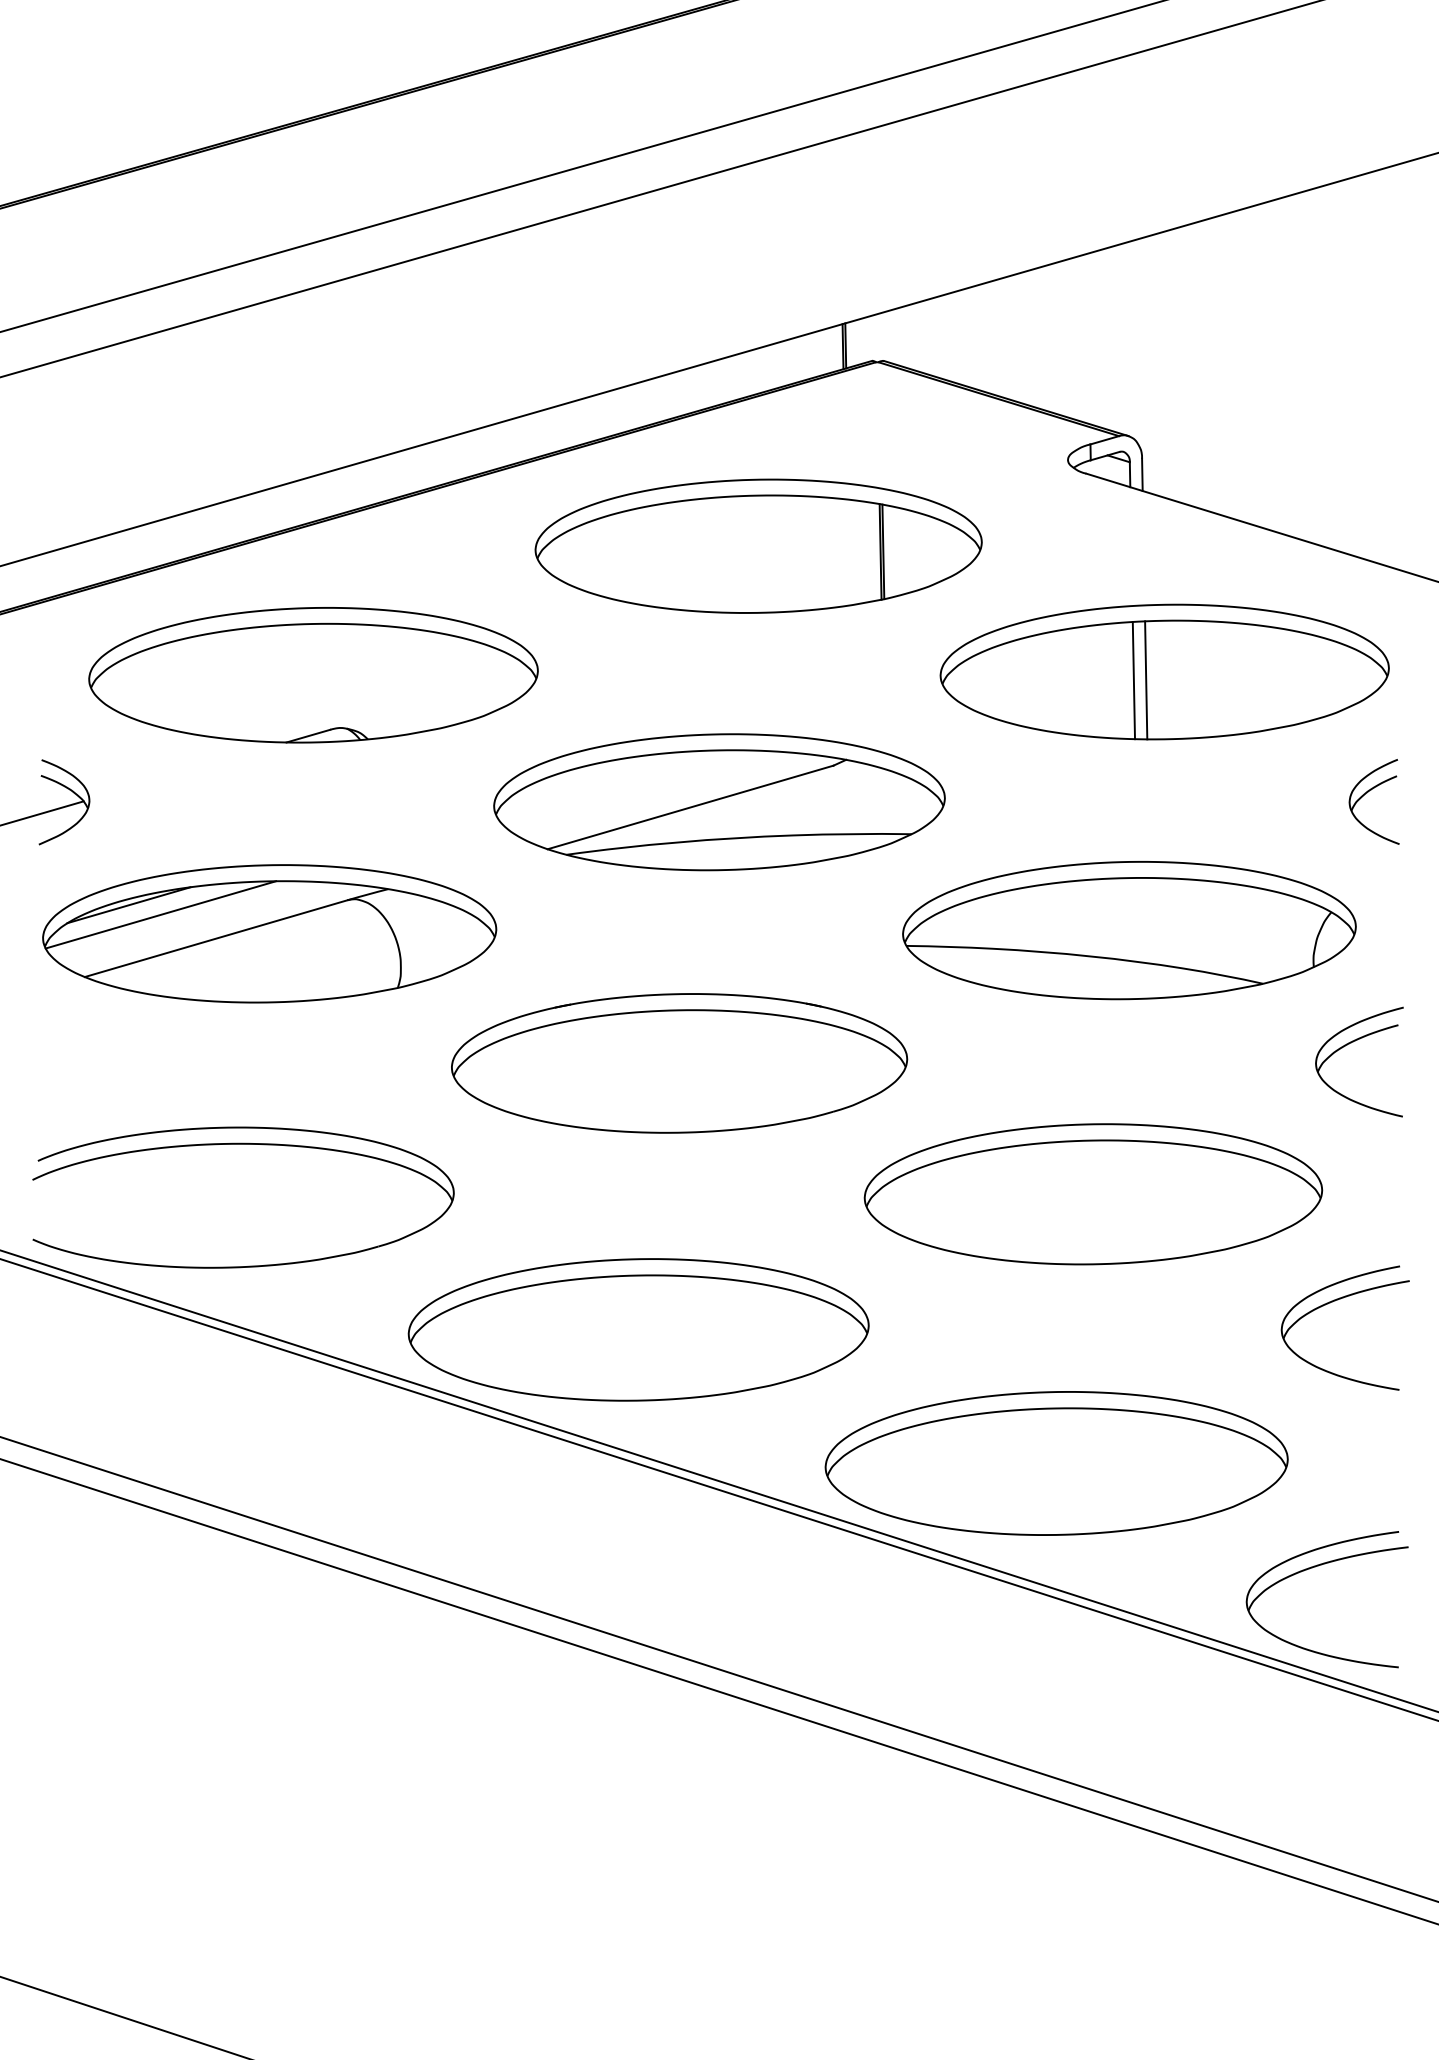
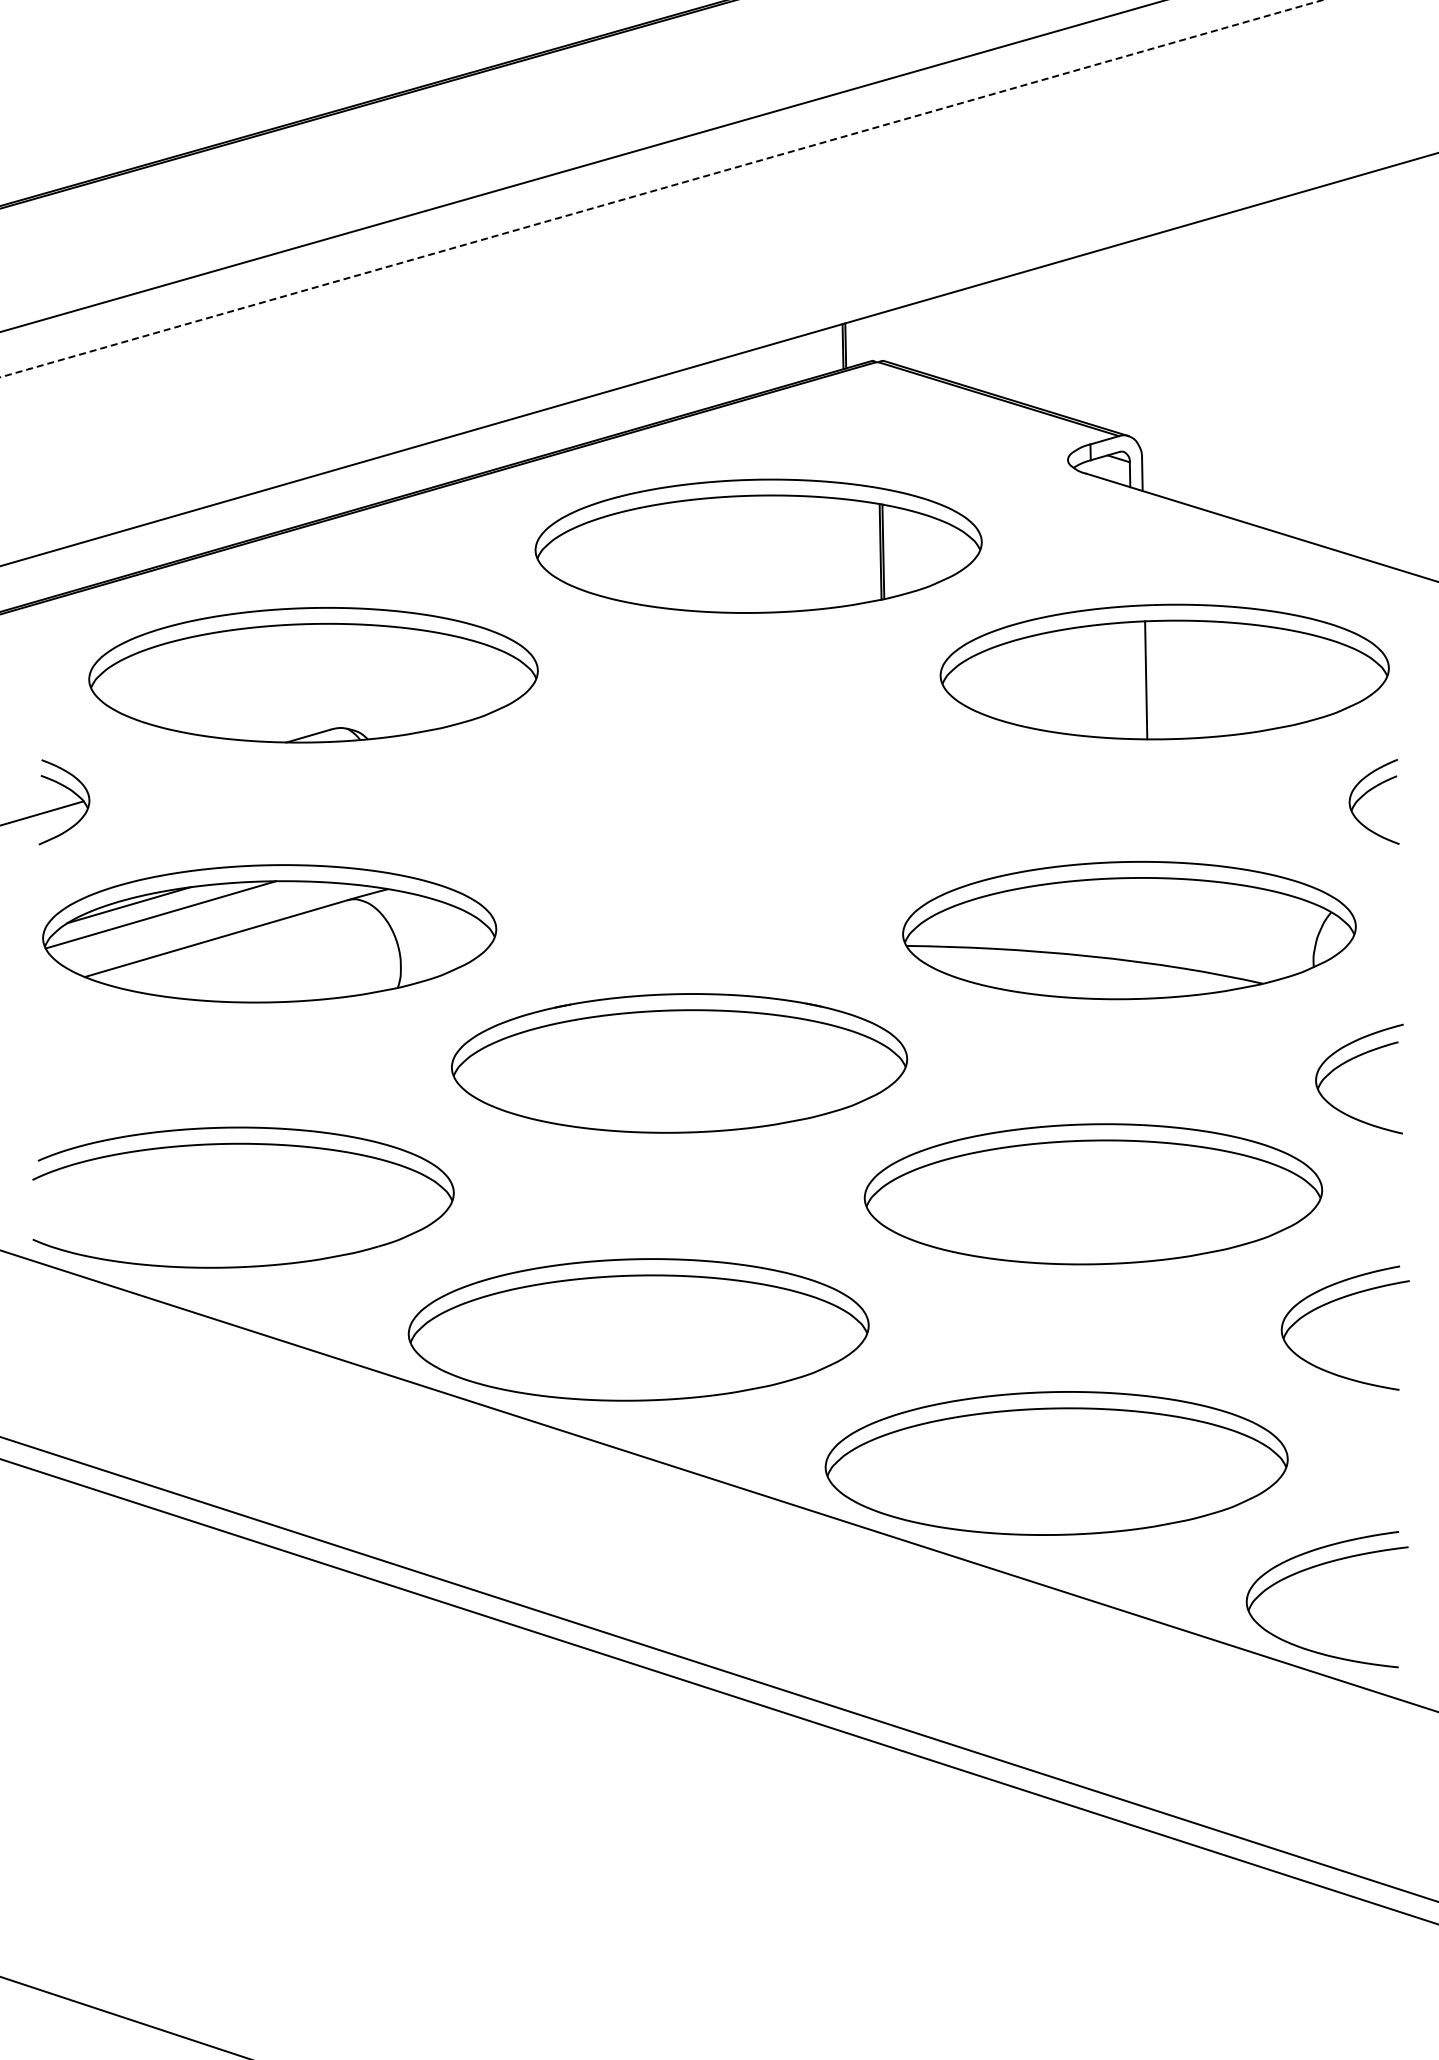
line at (661, 188): solid -> dashed
line at (1133, 680): present -> none
part at (719, 802): present -> none
part at (1351, 1043) position: (1351, 1043) -> (1351, 1060)
line at (718, 1489): present -> none
